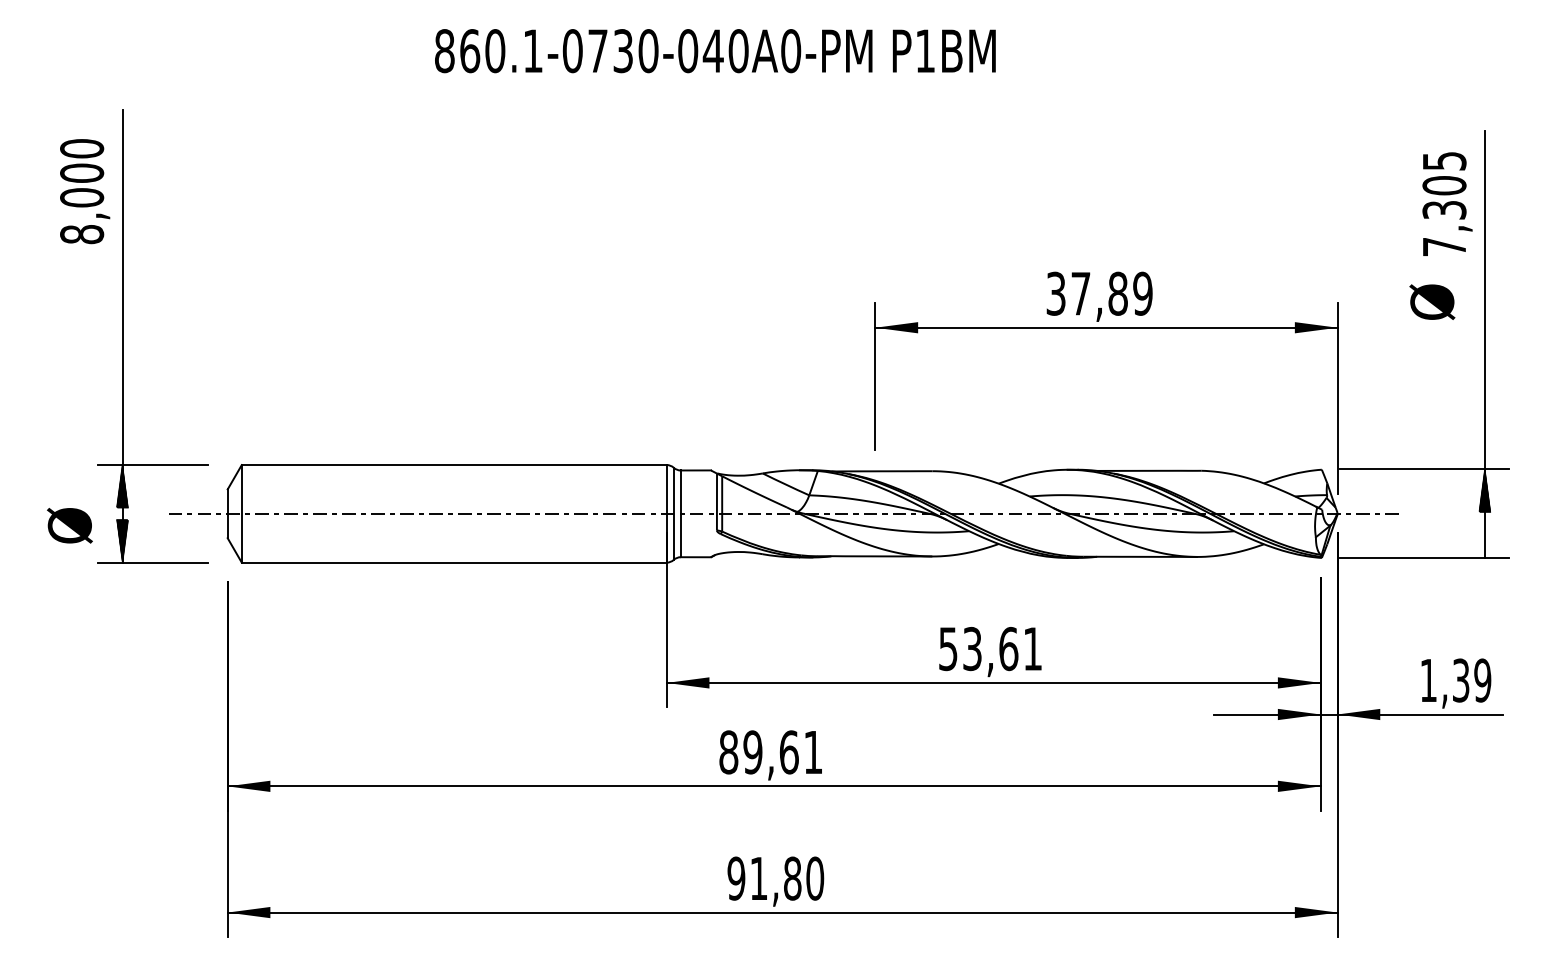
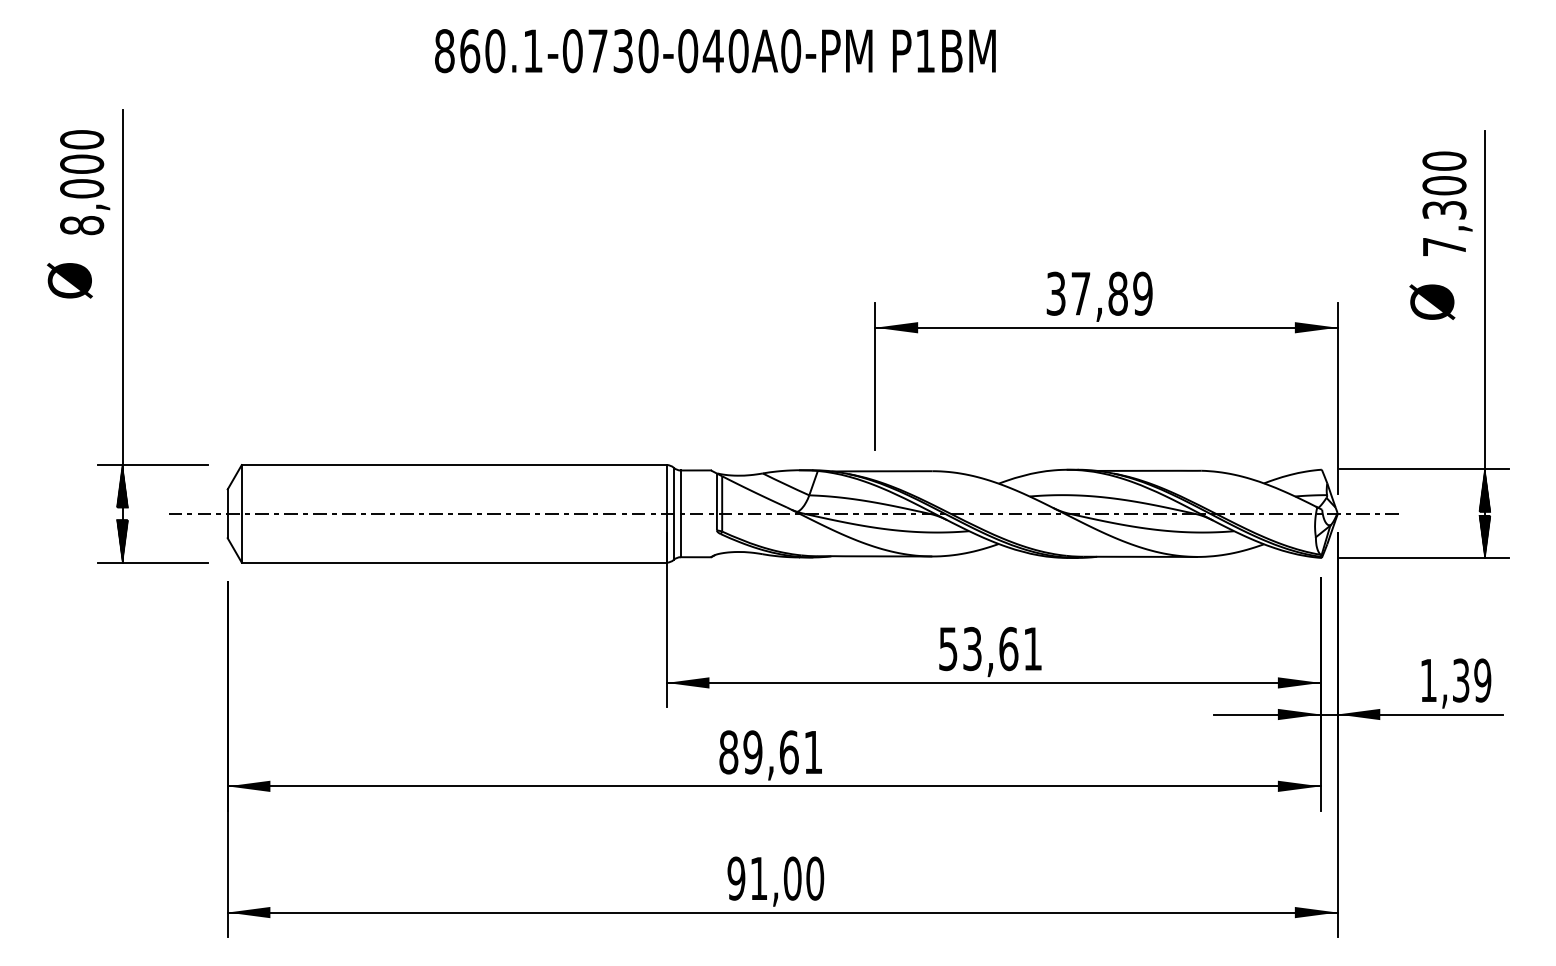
text at (1444, 160): 7,305 -> 7,300
text at (85, 191) position: (85, 191) -> (85, 182)
text at (69, 525) position: (69, 525) -> (69, 280)
hatch at (1484, 536): none -> present
text at (792, 878): 91,80 -> 91,00
